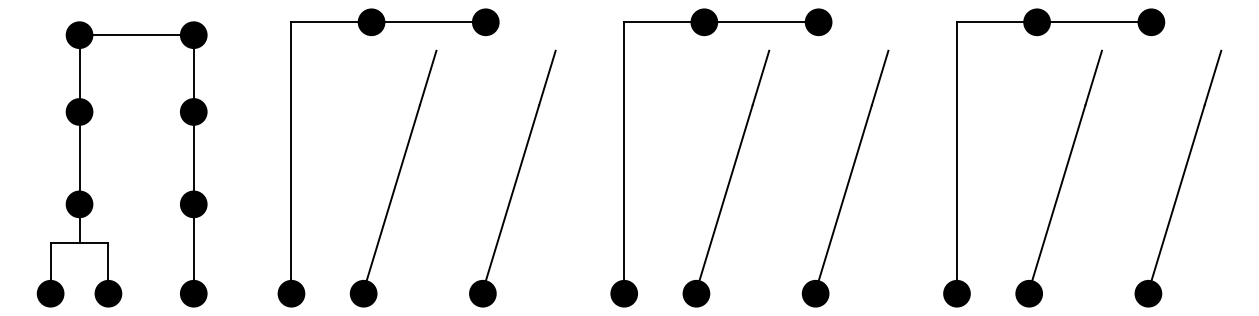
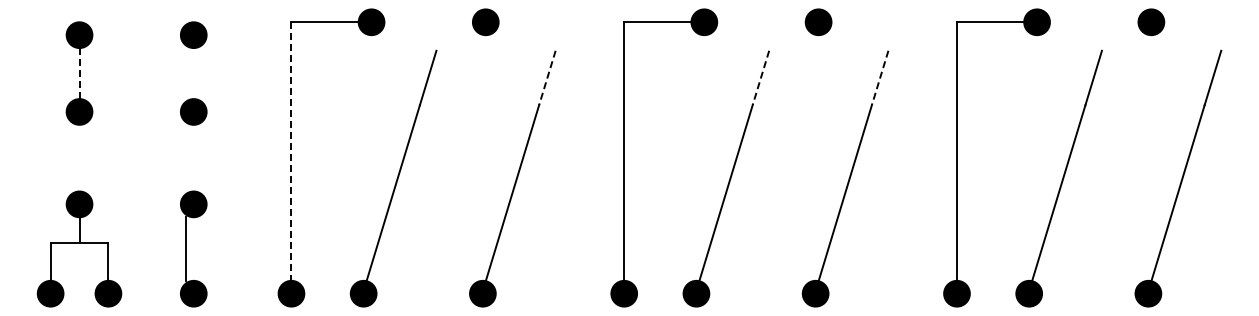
line at (428, 22): present -> none
line at (761, 22): present -> none
line at (1093, 22): present -> none
line at (136, 35): present -> none
line at (79, 73): solid -> dashed
line at (193, 73): present -> none
line at (547, 78): solid -> dashed
line at (760, 78): solid -> dashed
line at (880, 78): solid -> dashed
line at (291, 152): solid -> dashed
line at (79, 157): present -> none
line at (193, 157): present -> none
line at (193, 248) position: (193, 248) -> (185, 248)
